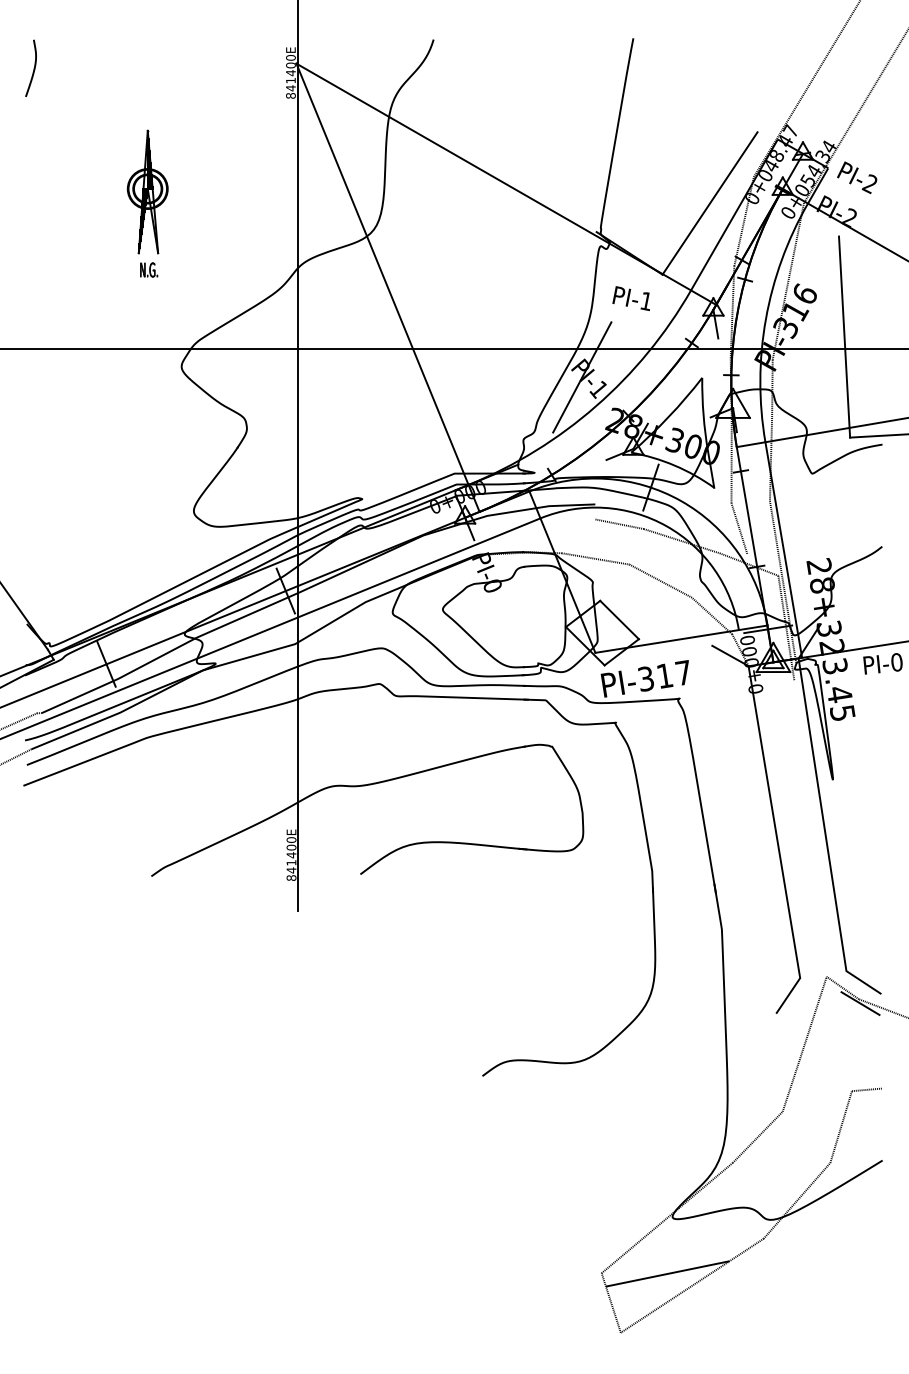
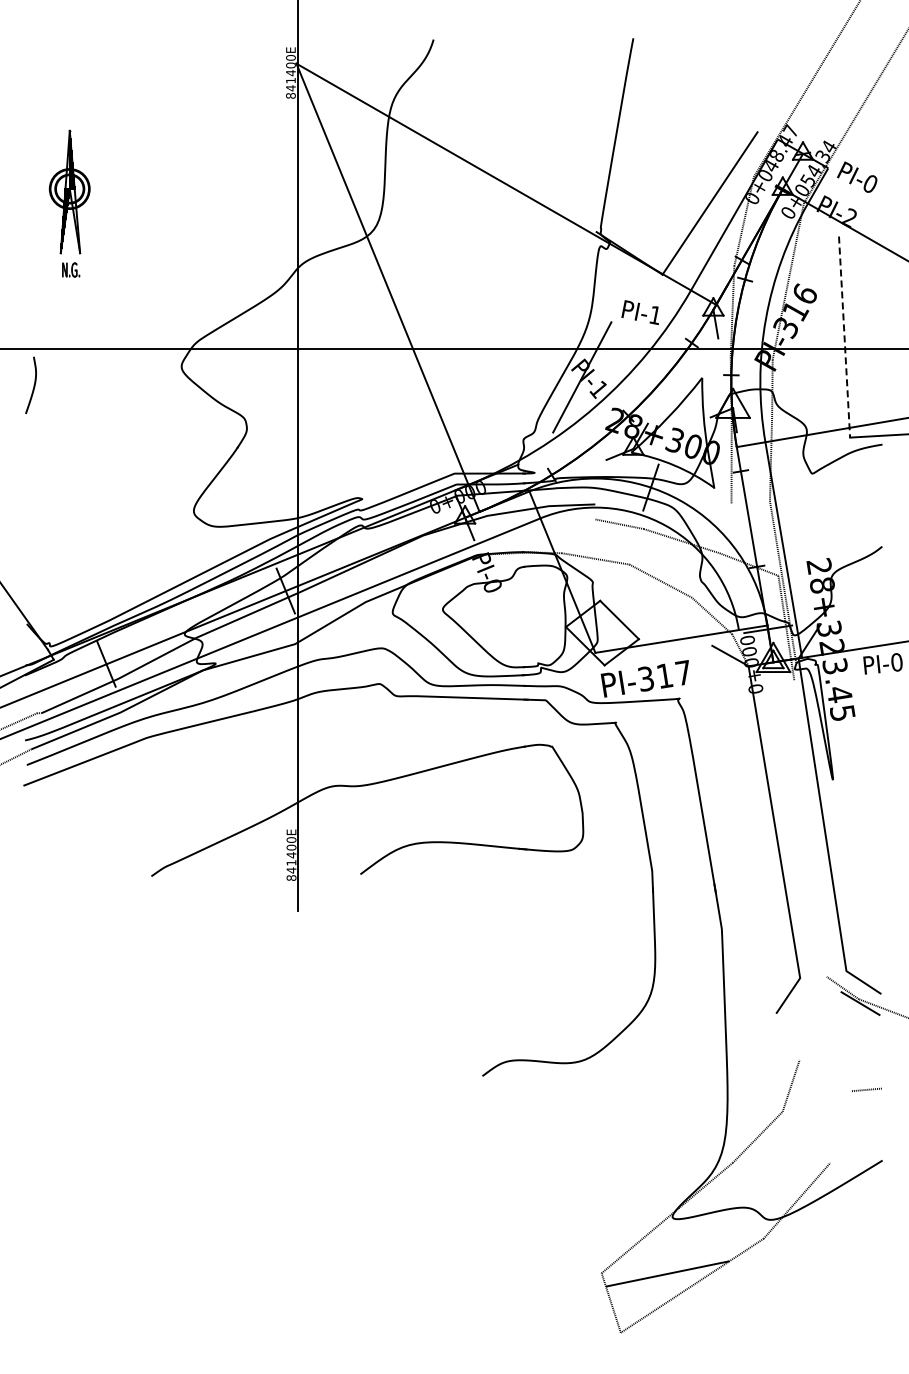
curve at (33, 68) position: (33, 68) -> (33, 385)
text at (869, 184): PI-2 -> PI-0
part at (147, 203) position: (147, 203) -> (69, 203)
text at (630, 298) position: (630, 298) -> (639, 312)
line at (844, 337): solid -> dashed
line at (739, 528): present -> none
line at (812, 1017): present -> none
line at (840, 1126): present -> none
